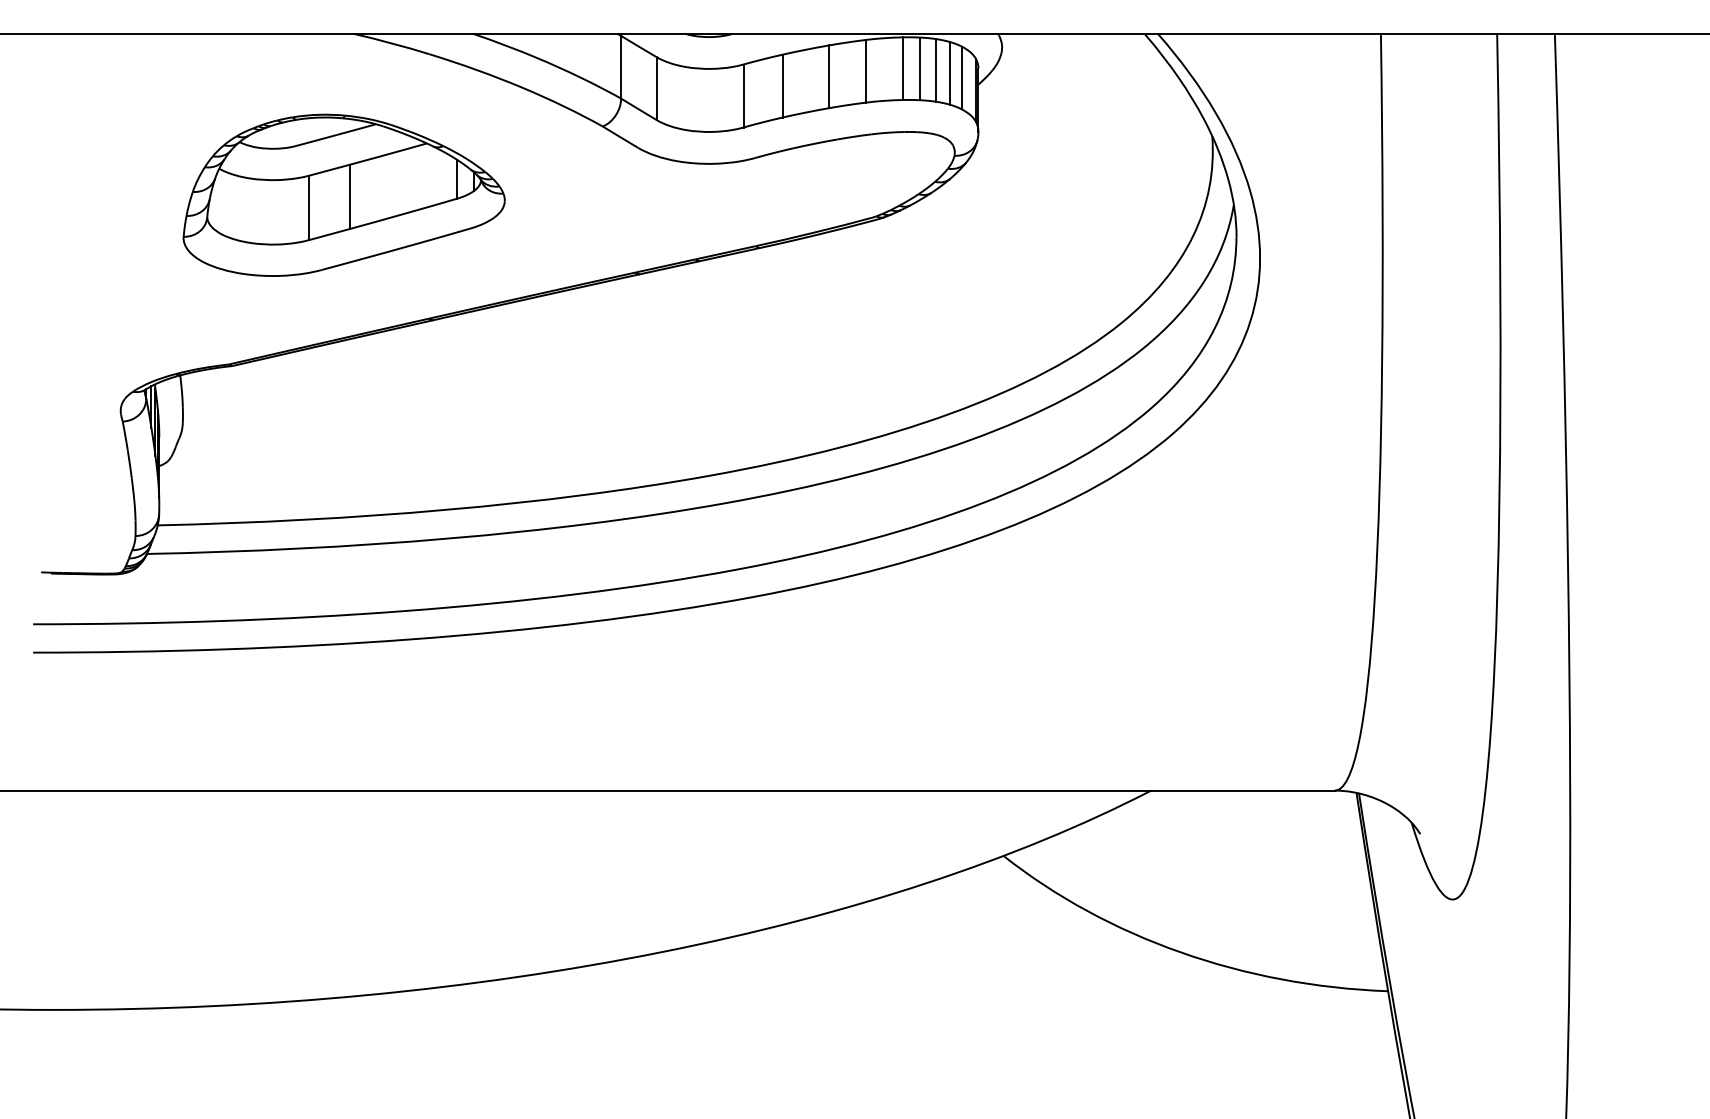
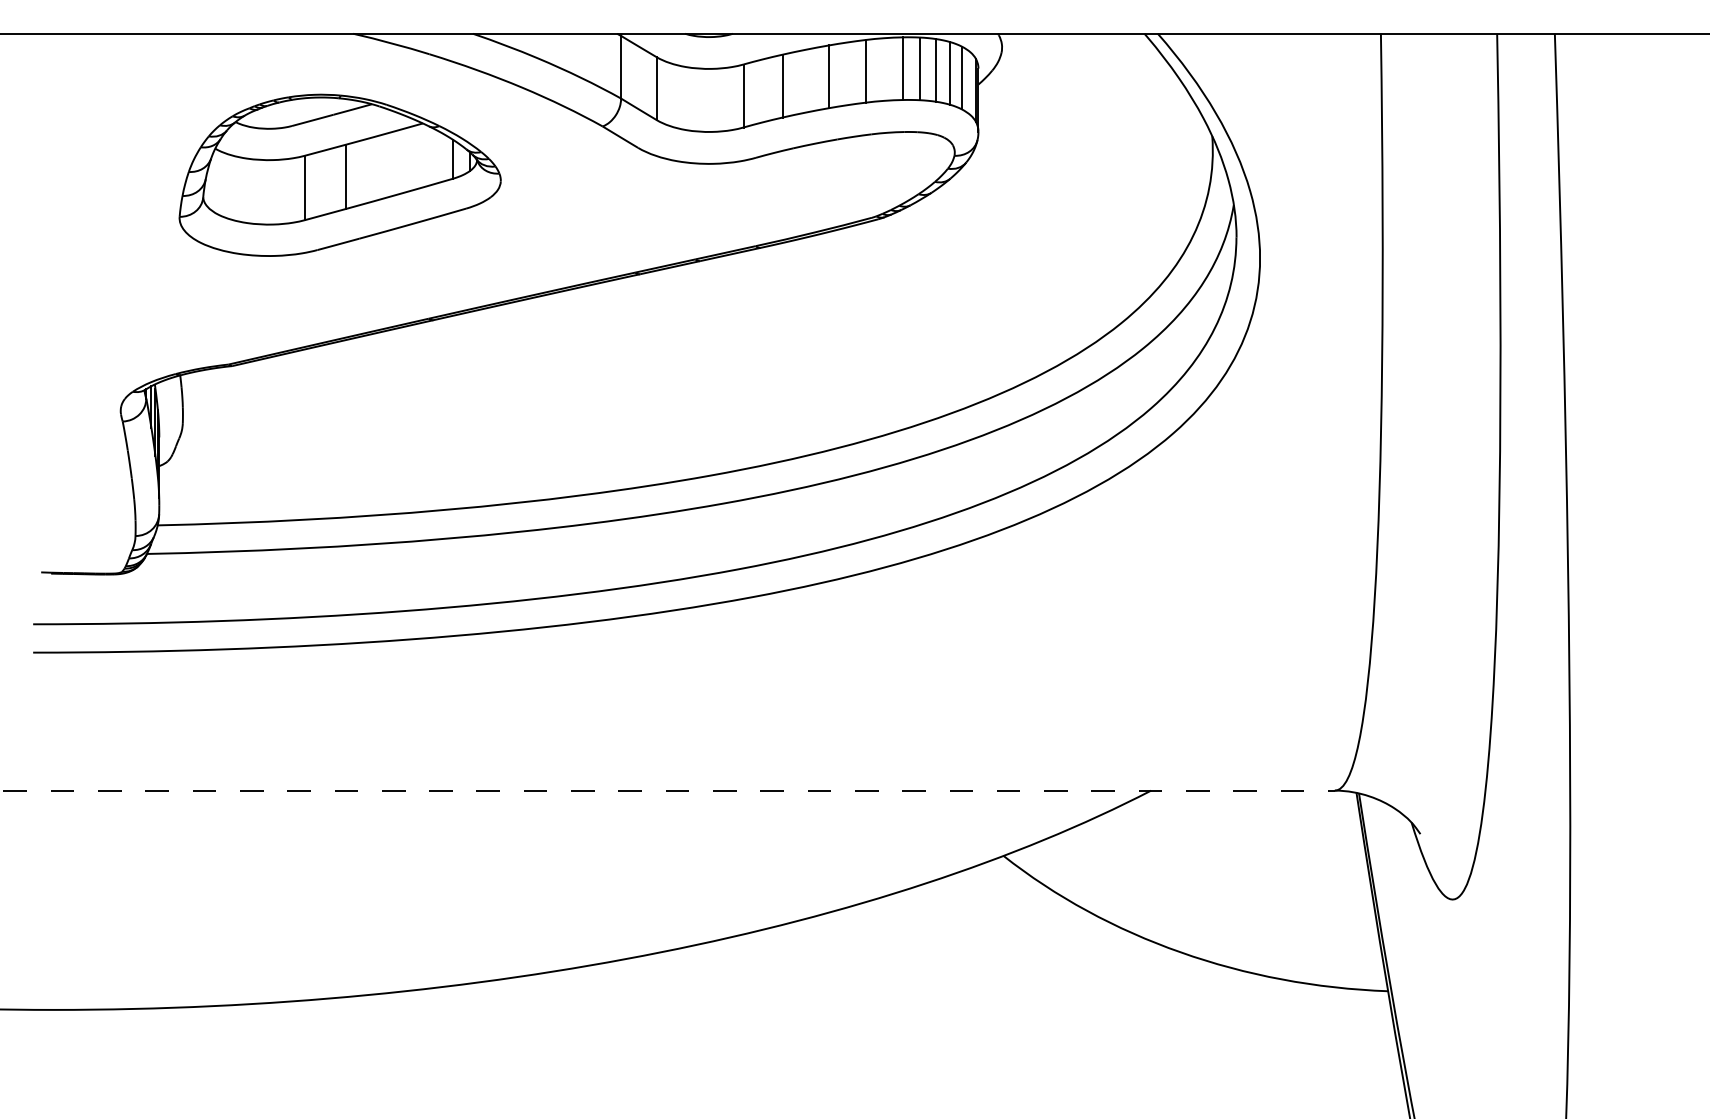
part at (343, 194) position: (343, 194) -> (339, 174)
line at (668, 790): solid -> dashed
